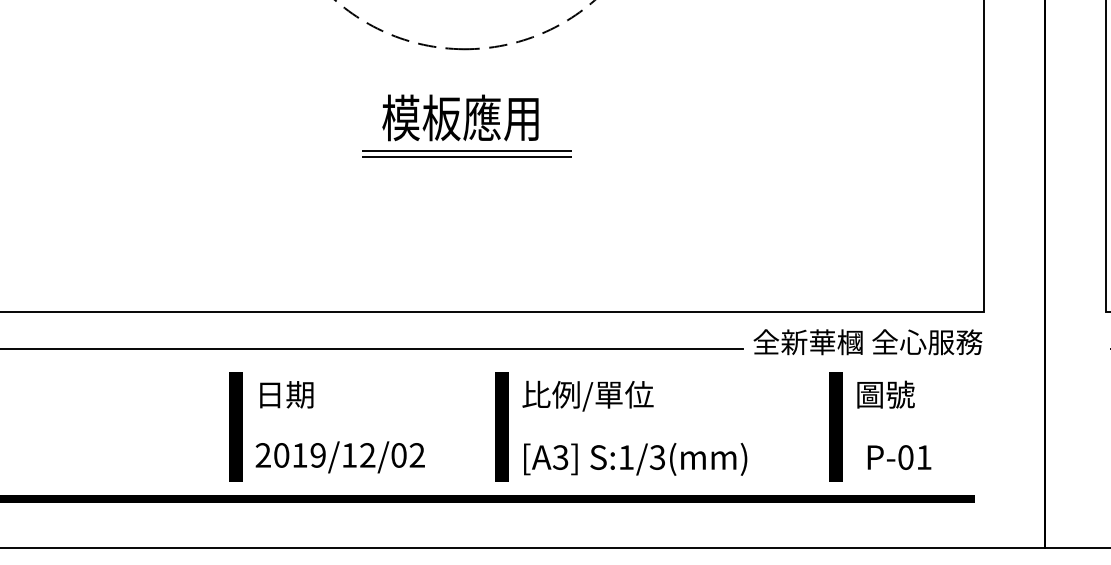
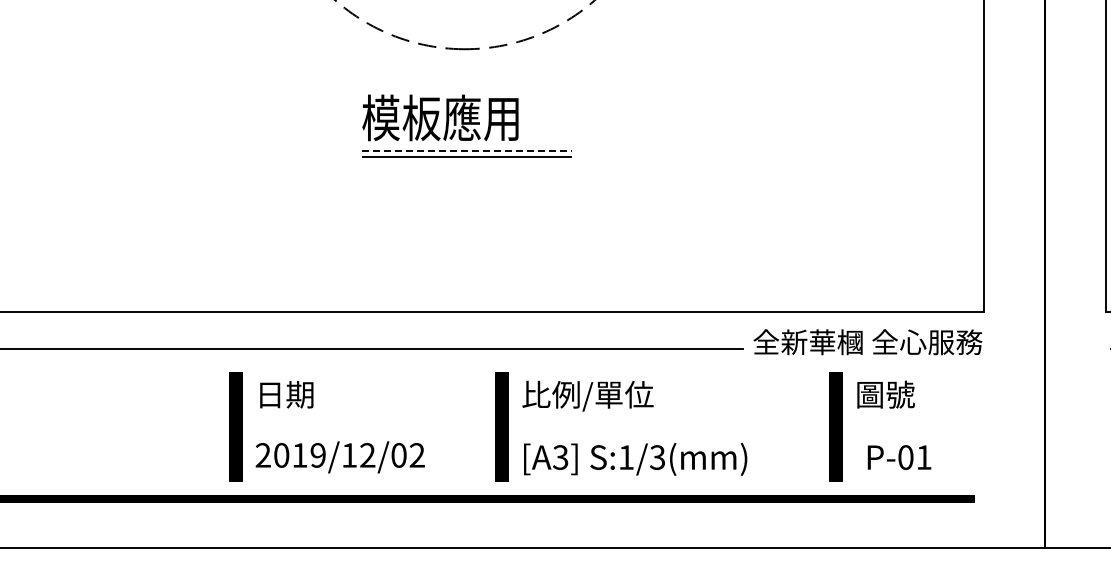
text at (460, 117) position: (460, 117) -> (440, 117)
line at (467, 151): solid -> dashed
